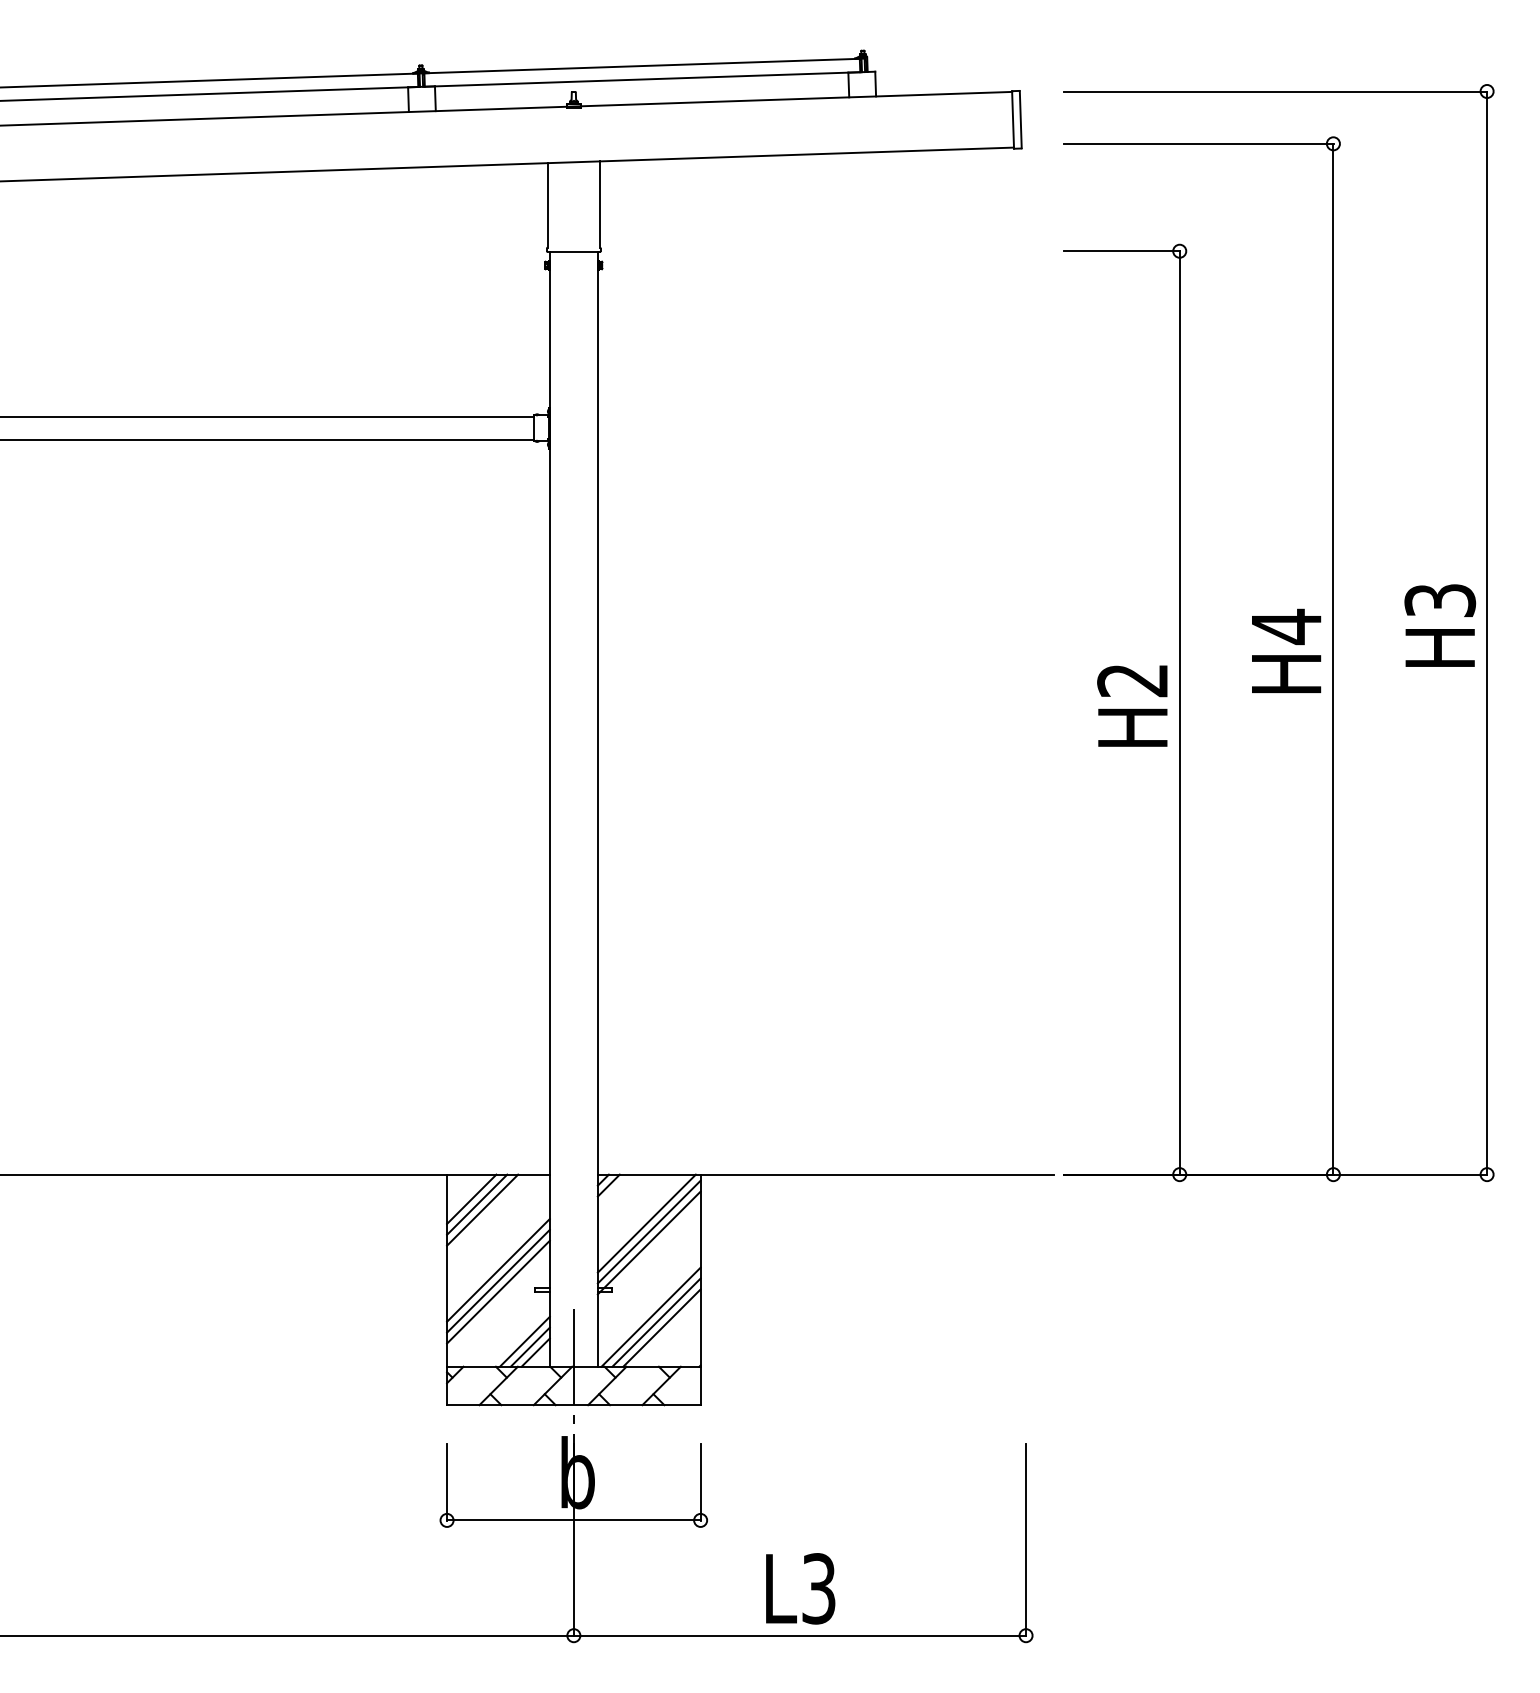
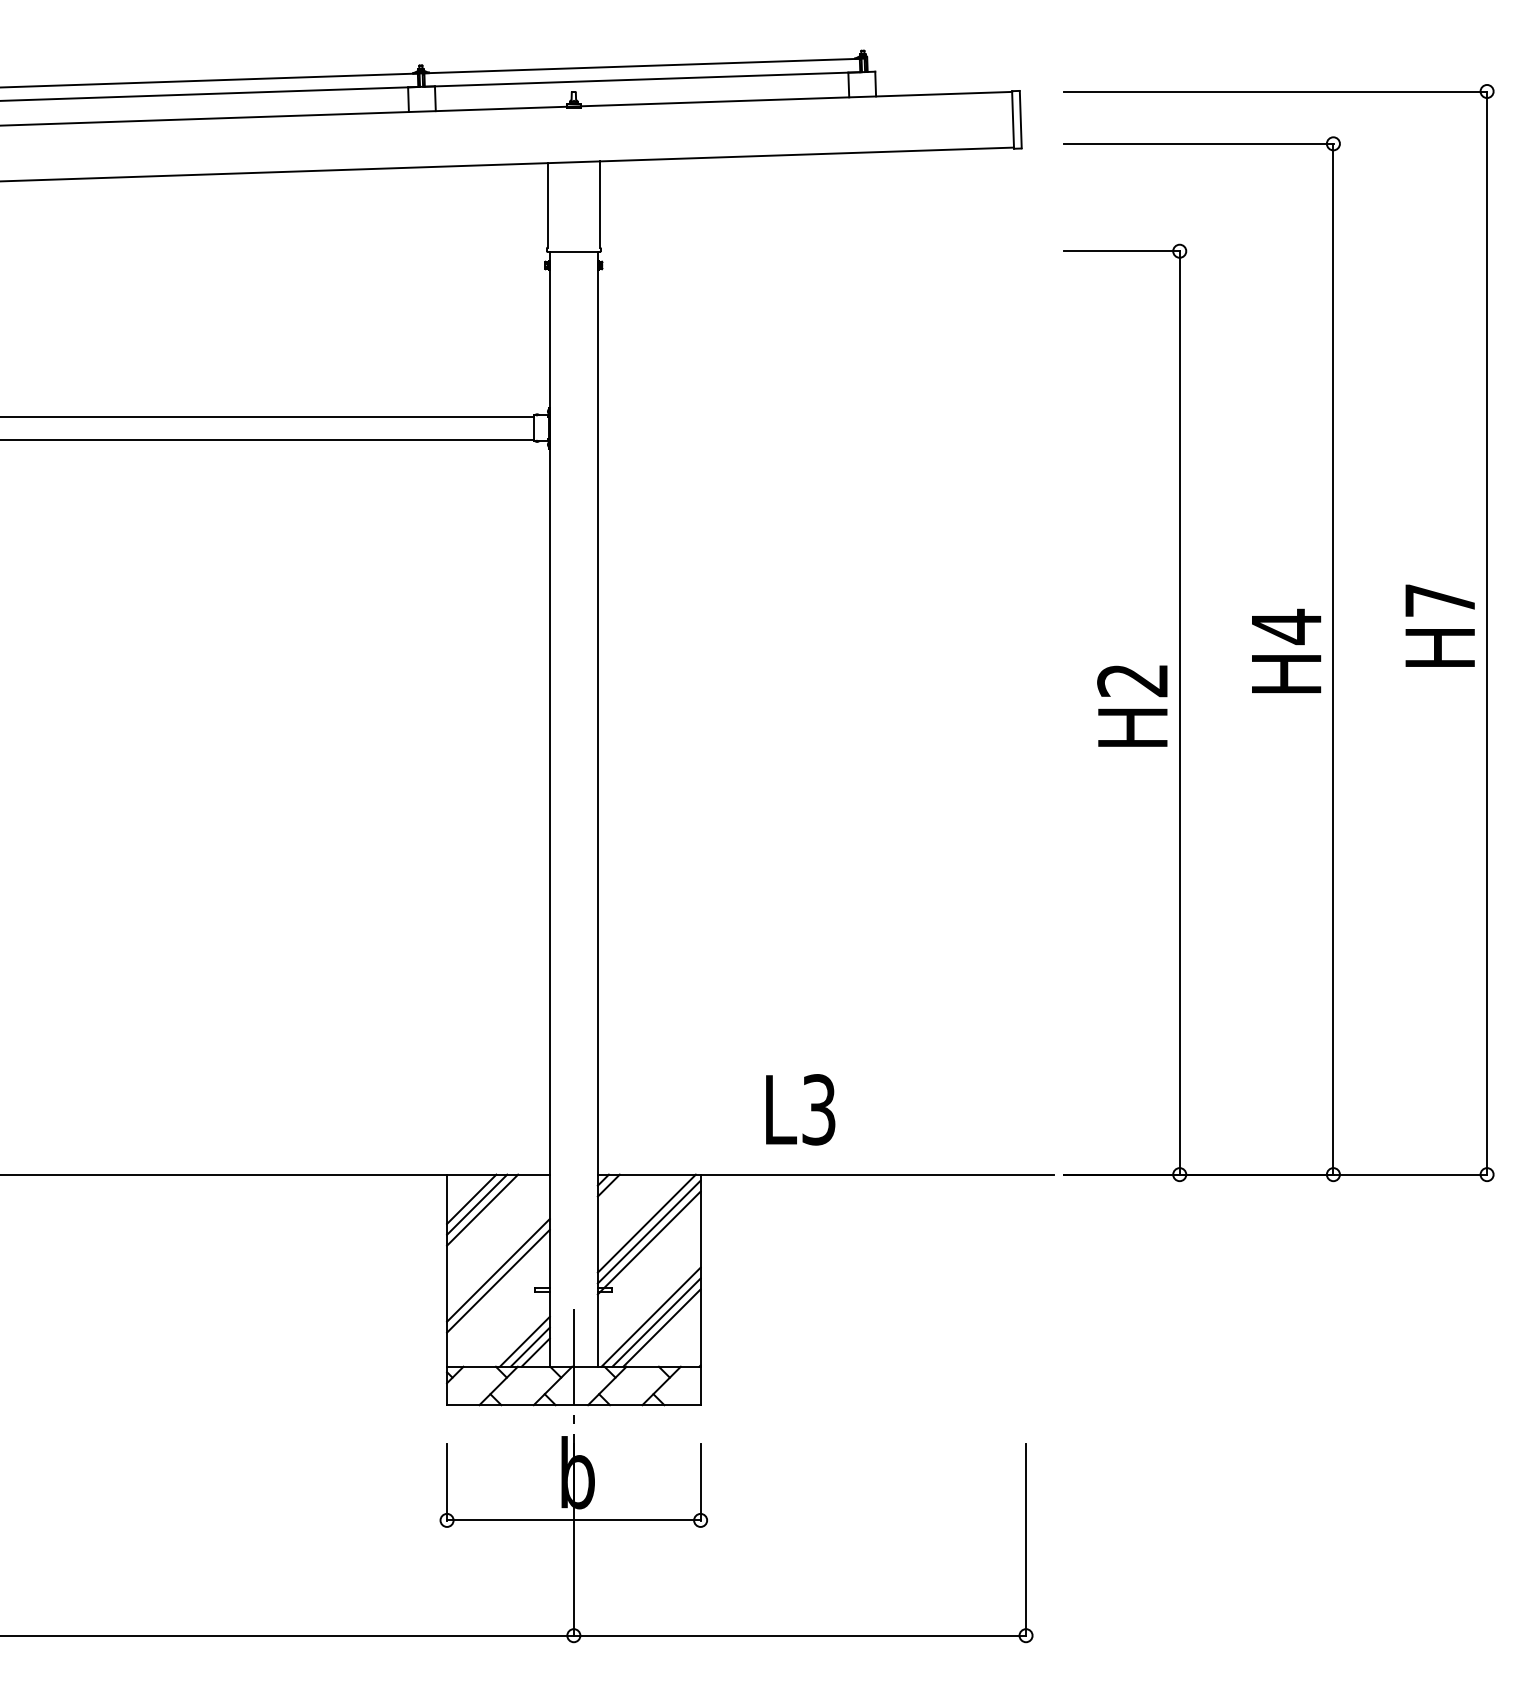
text at (1440, 600): H3 -> H7
line at (498, 1291): present -> none
text at (800, 1588) position: (800, 1588) -> (800, 1109)
